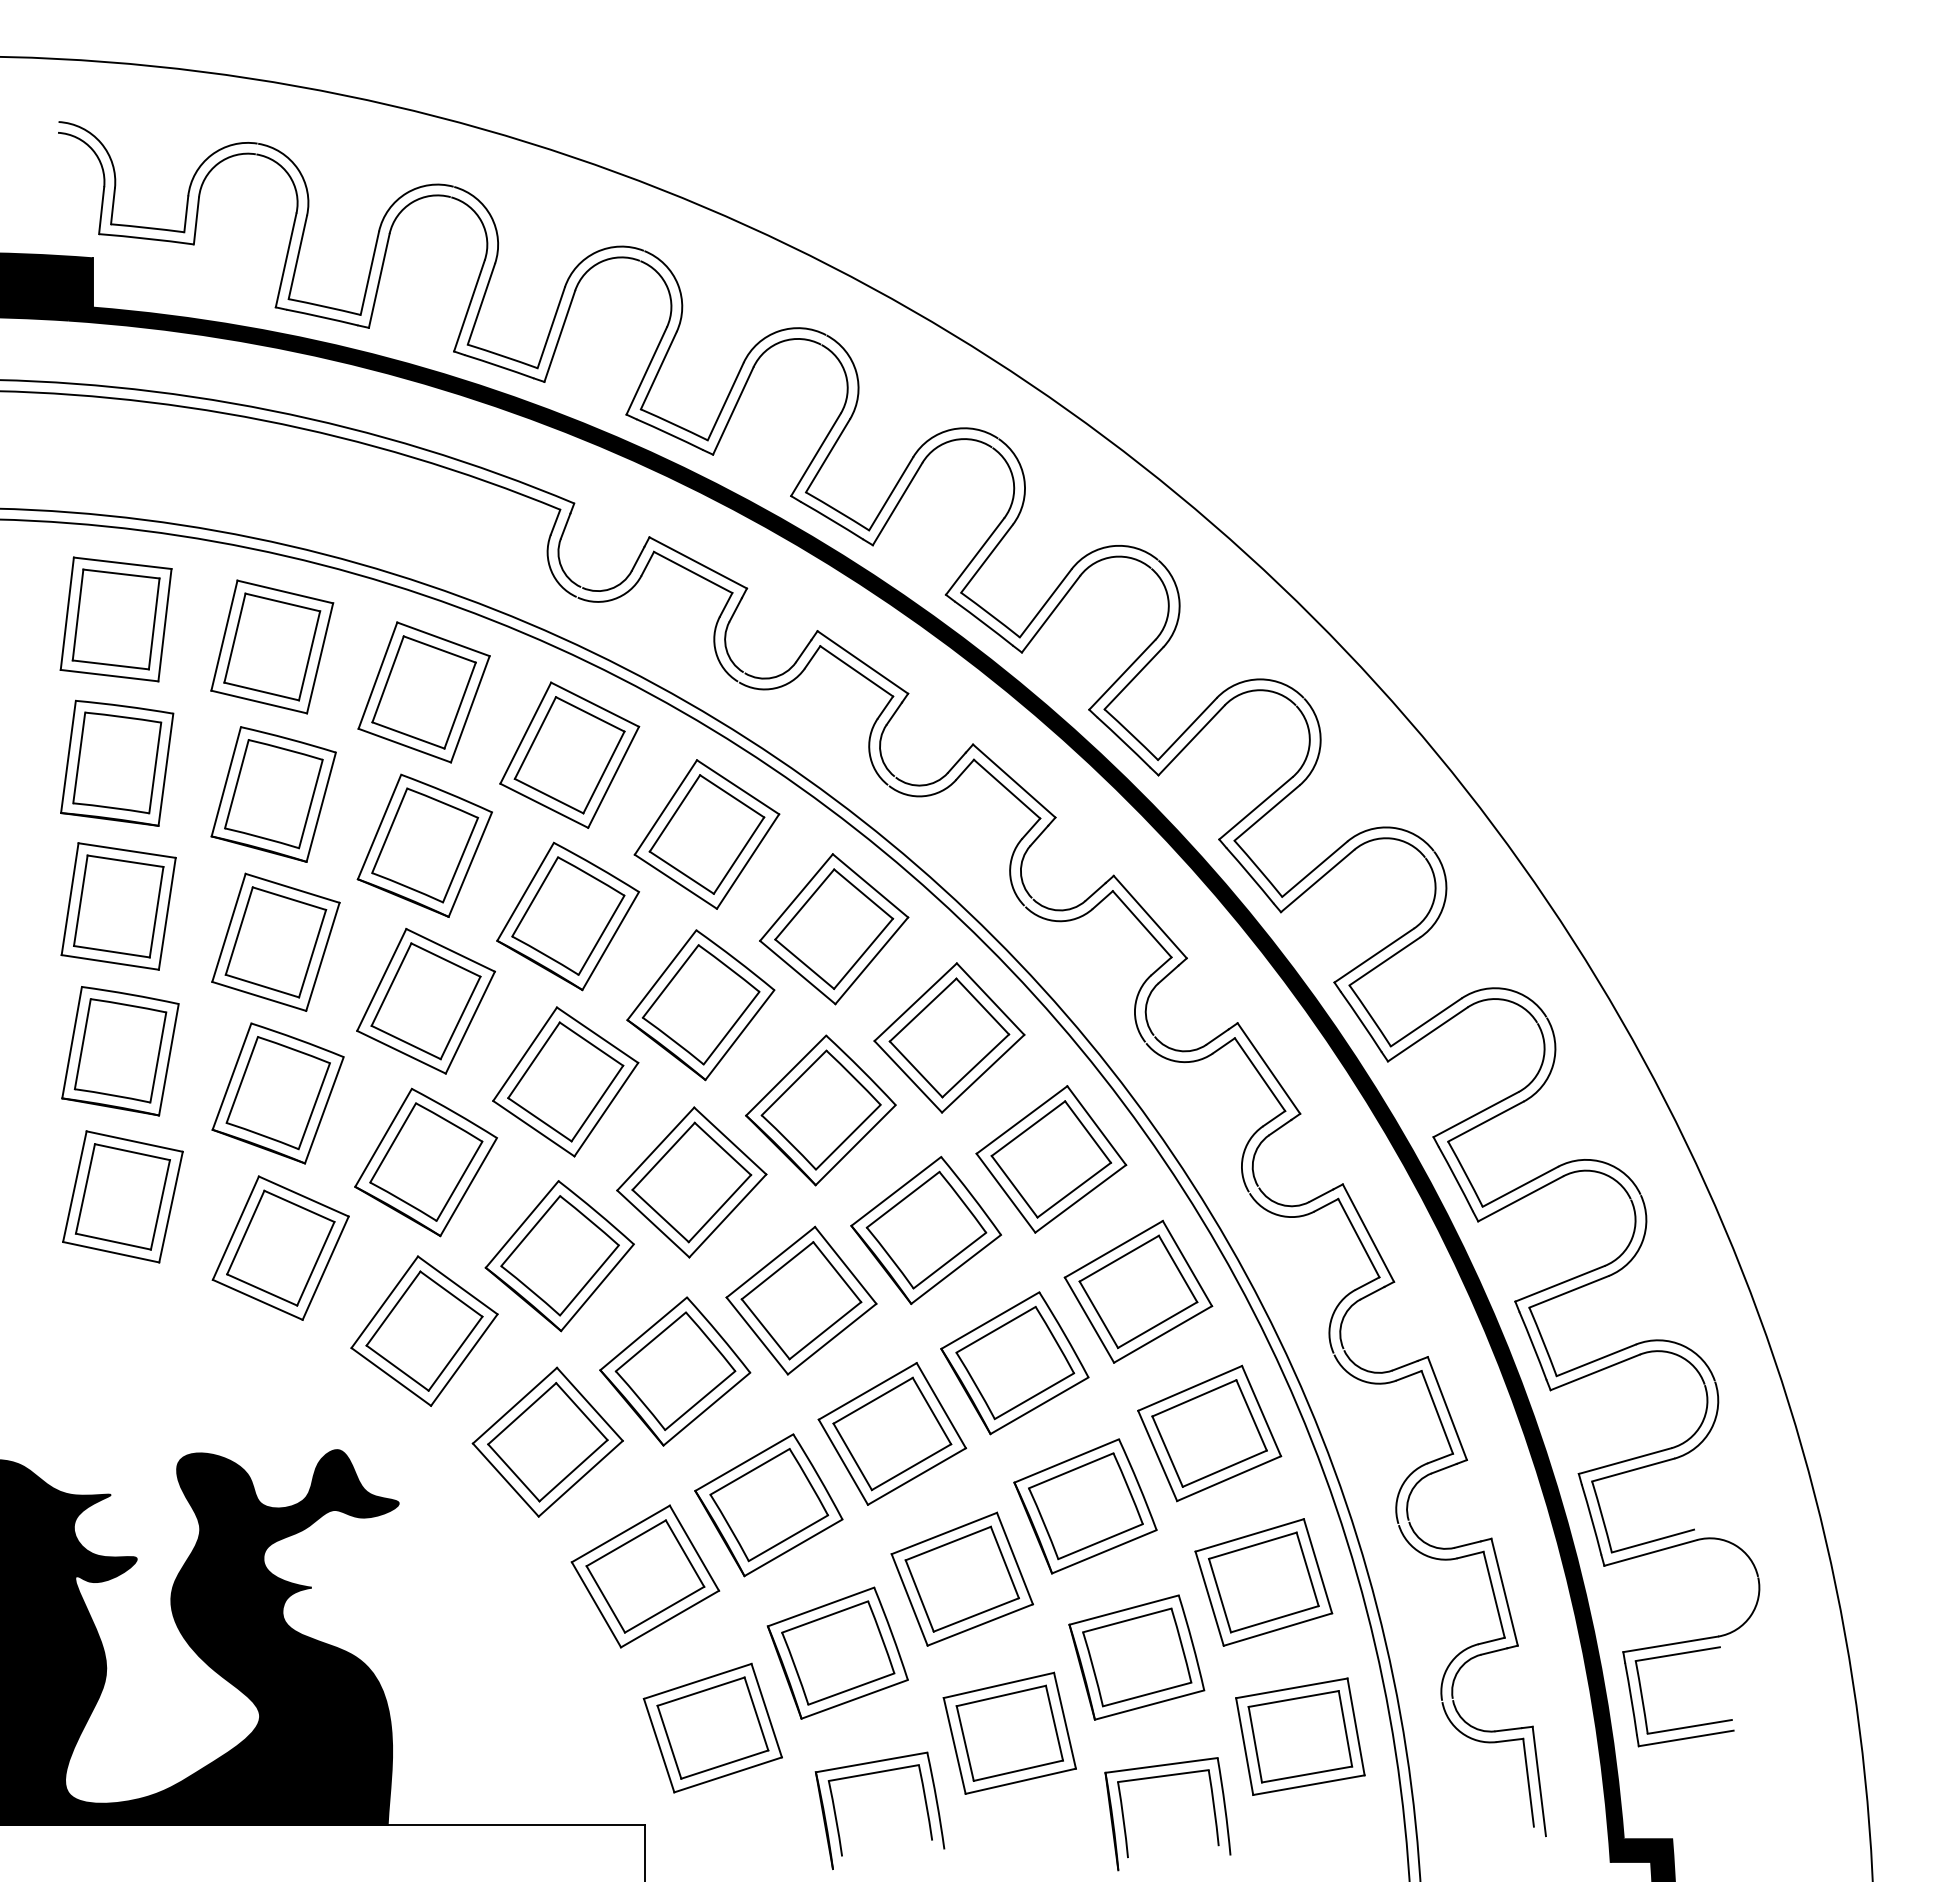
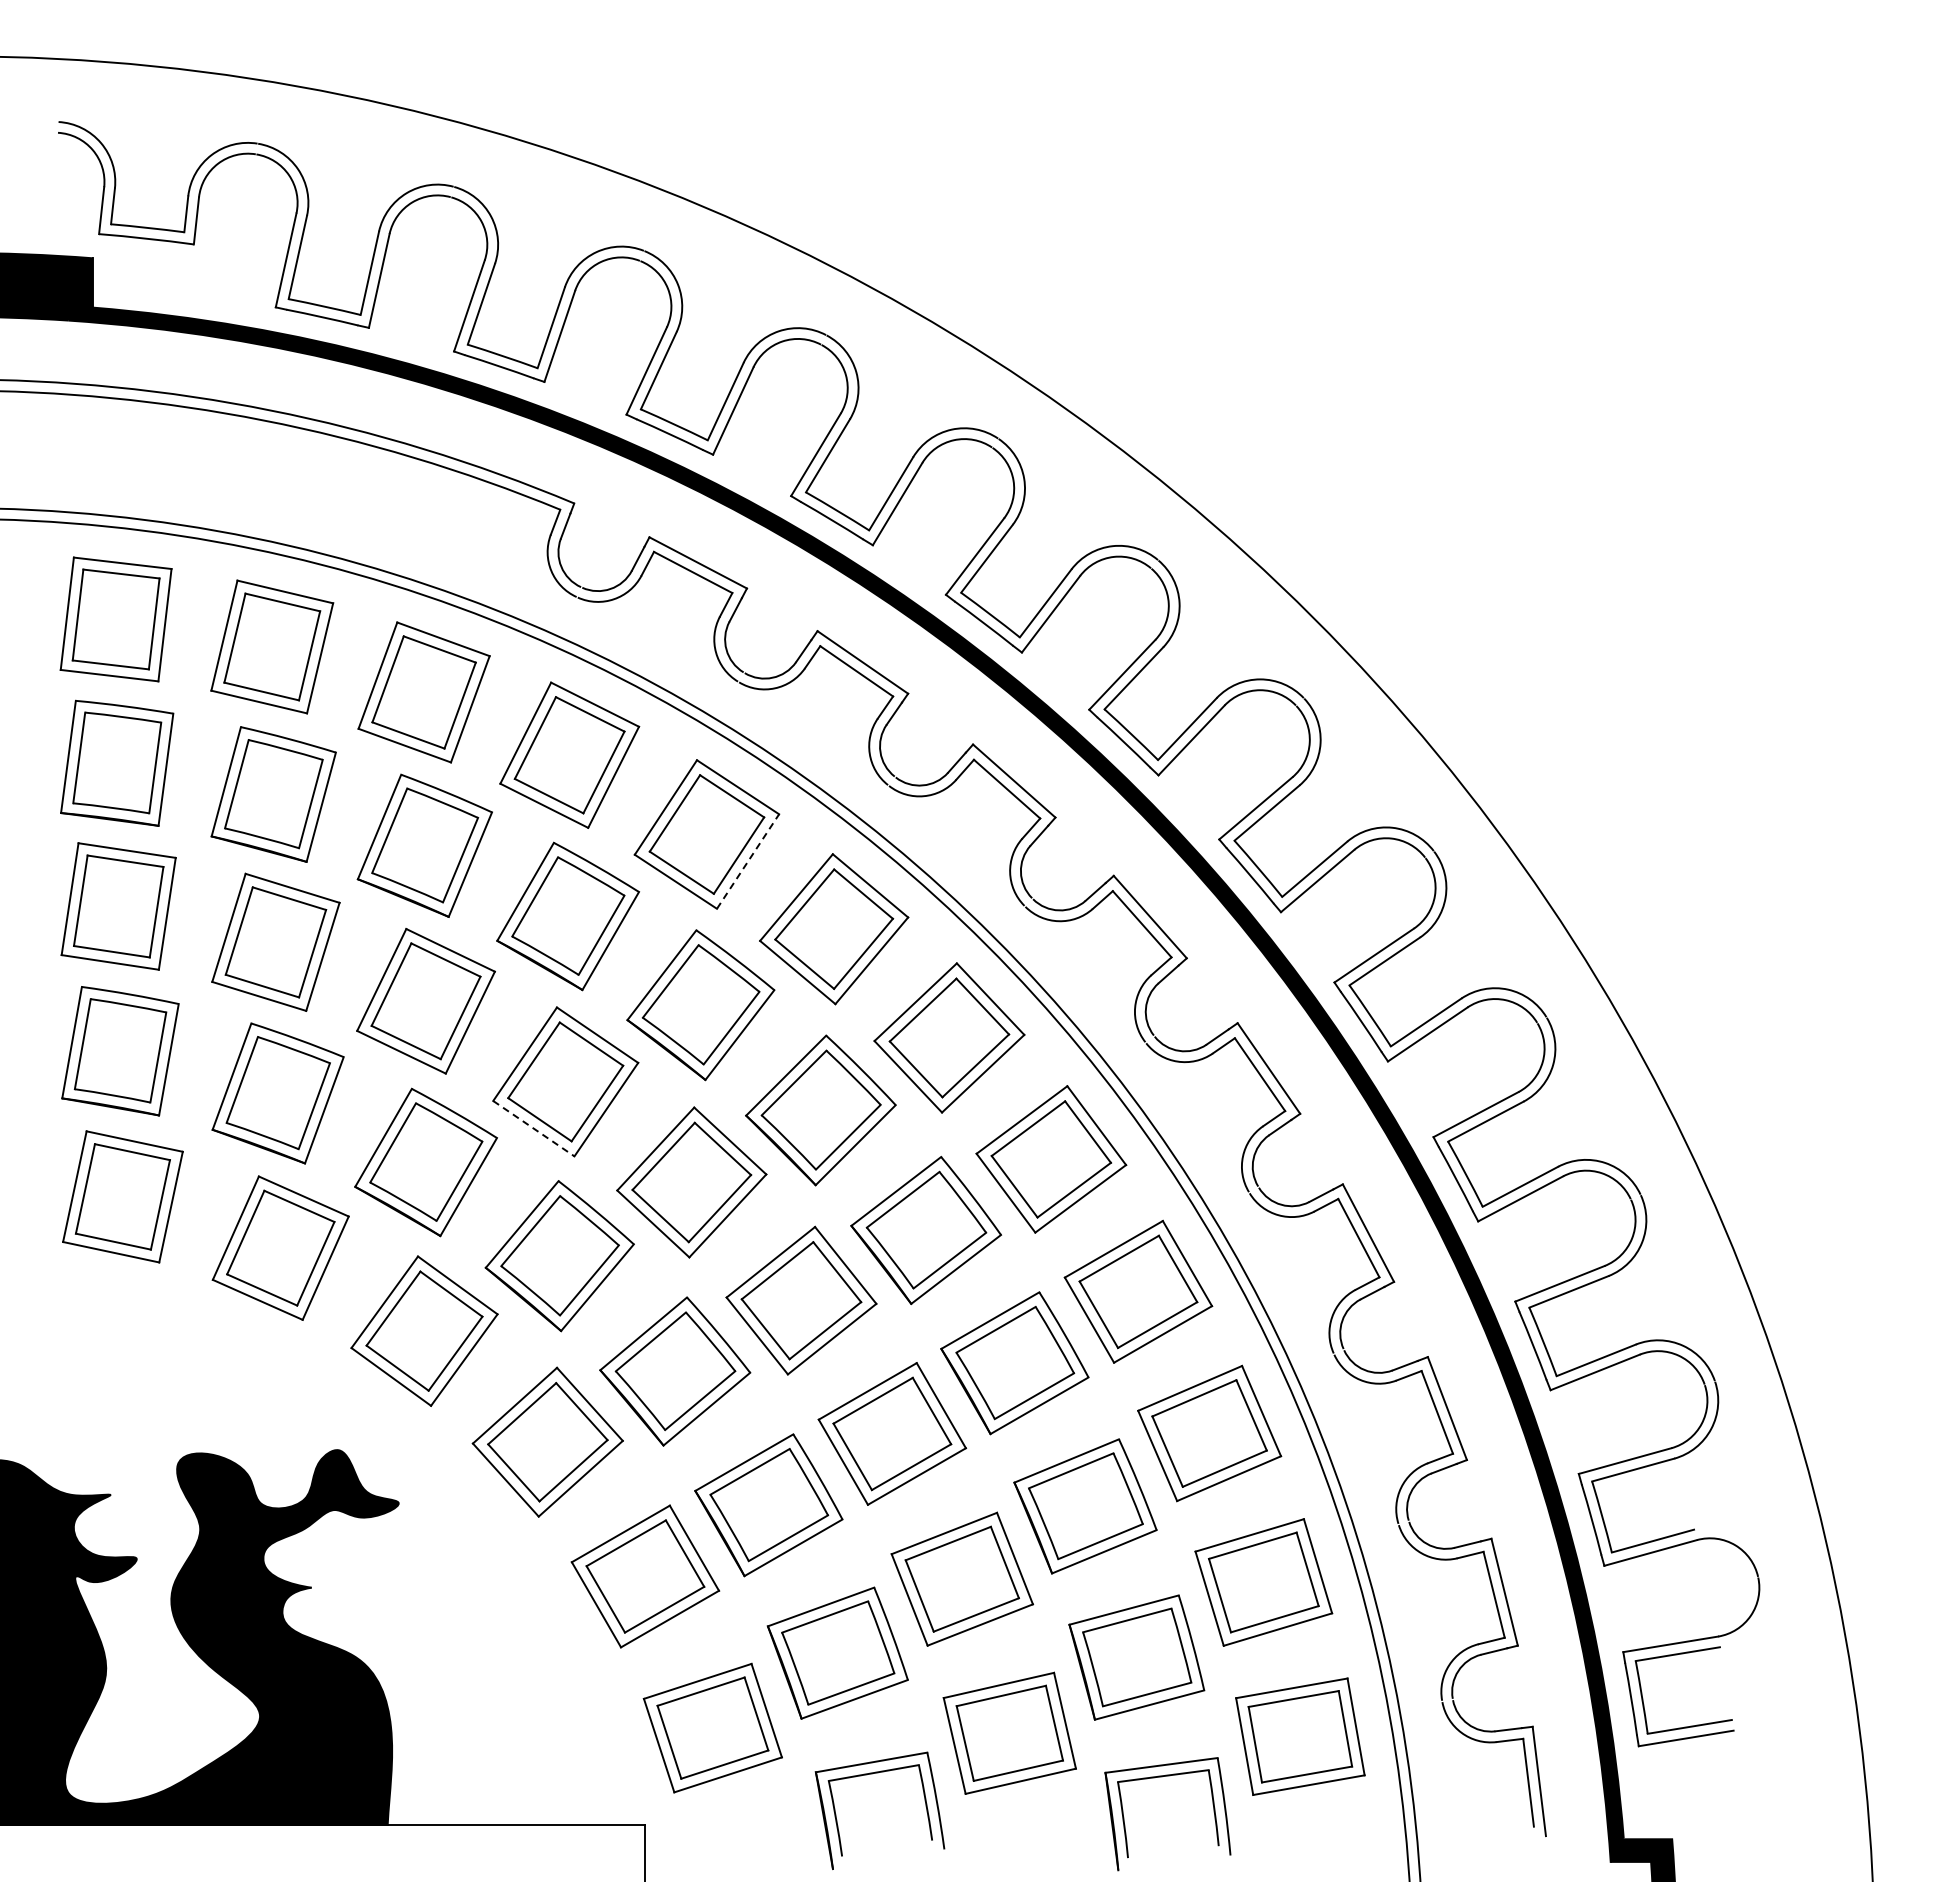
line at (748, 861): solid -> dashed
line at (534, 1128): solid -> dashed
